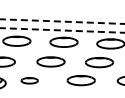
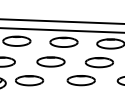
line at (62, 21): dashed -> solid
line at (62, 30): dashed -> solid
part at (29, 80) size: 19x8 px -> 30x12 px
